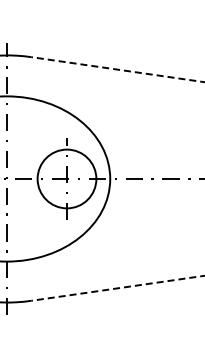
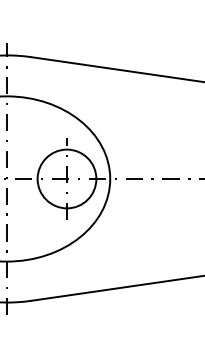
line at (117, 69): dashed -> solid
line at (117, 288): dashed -> solid
